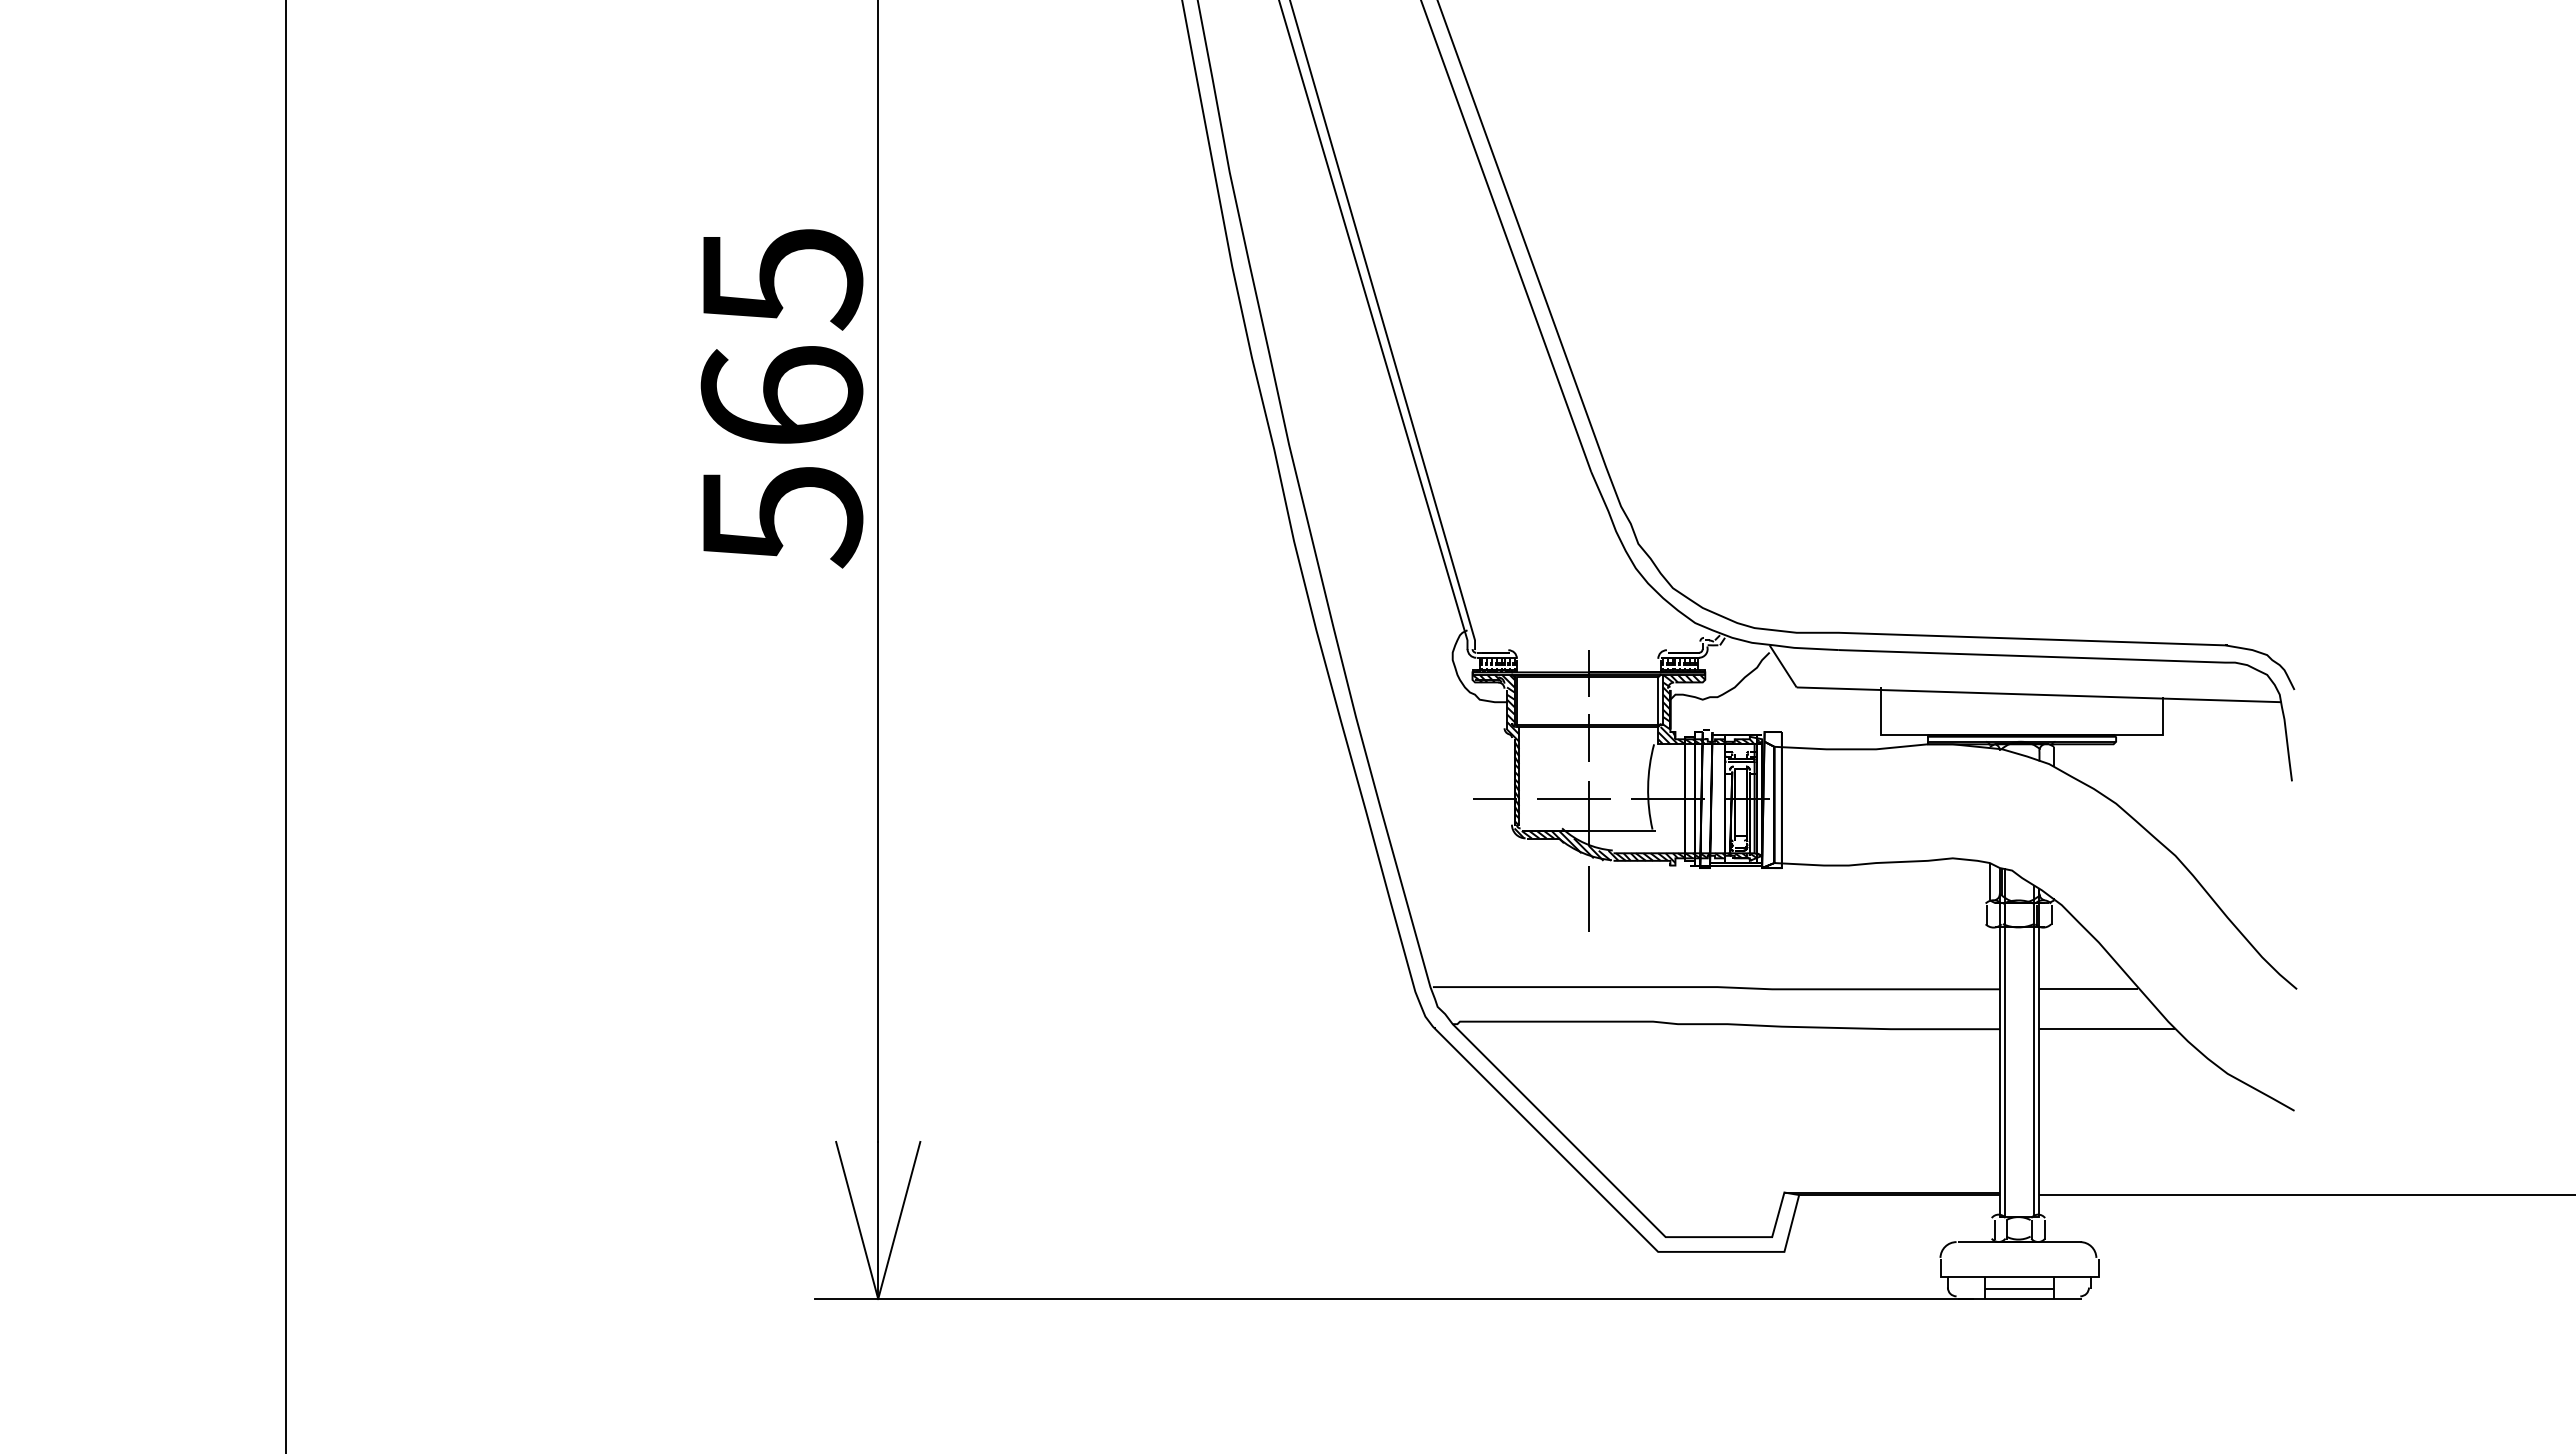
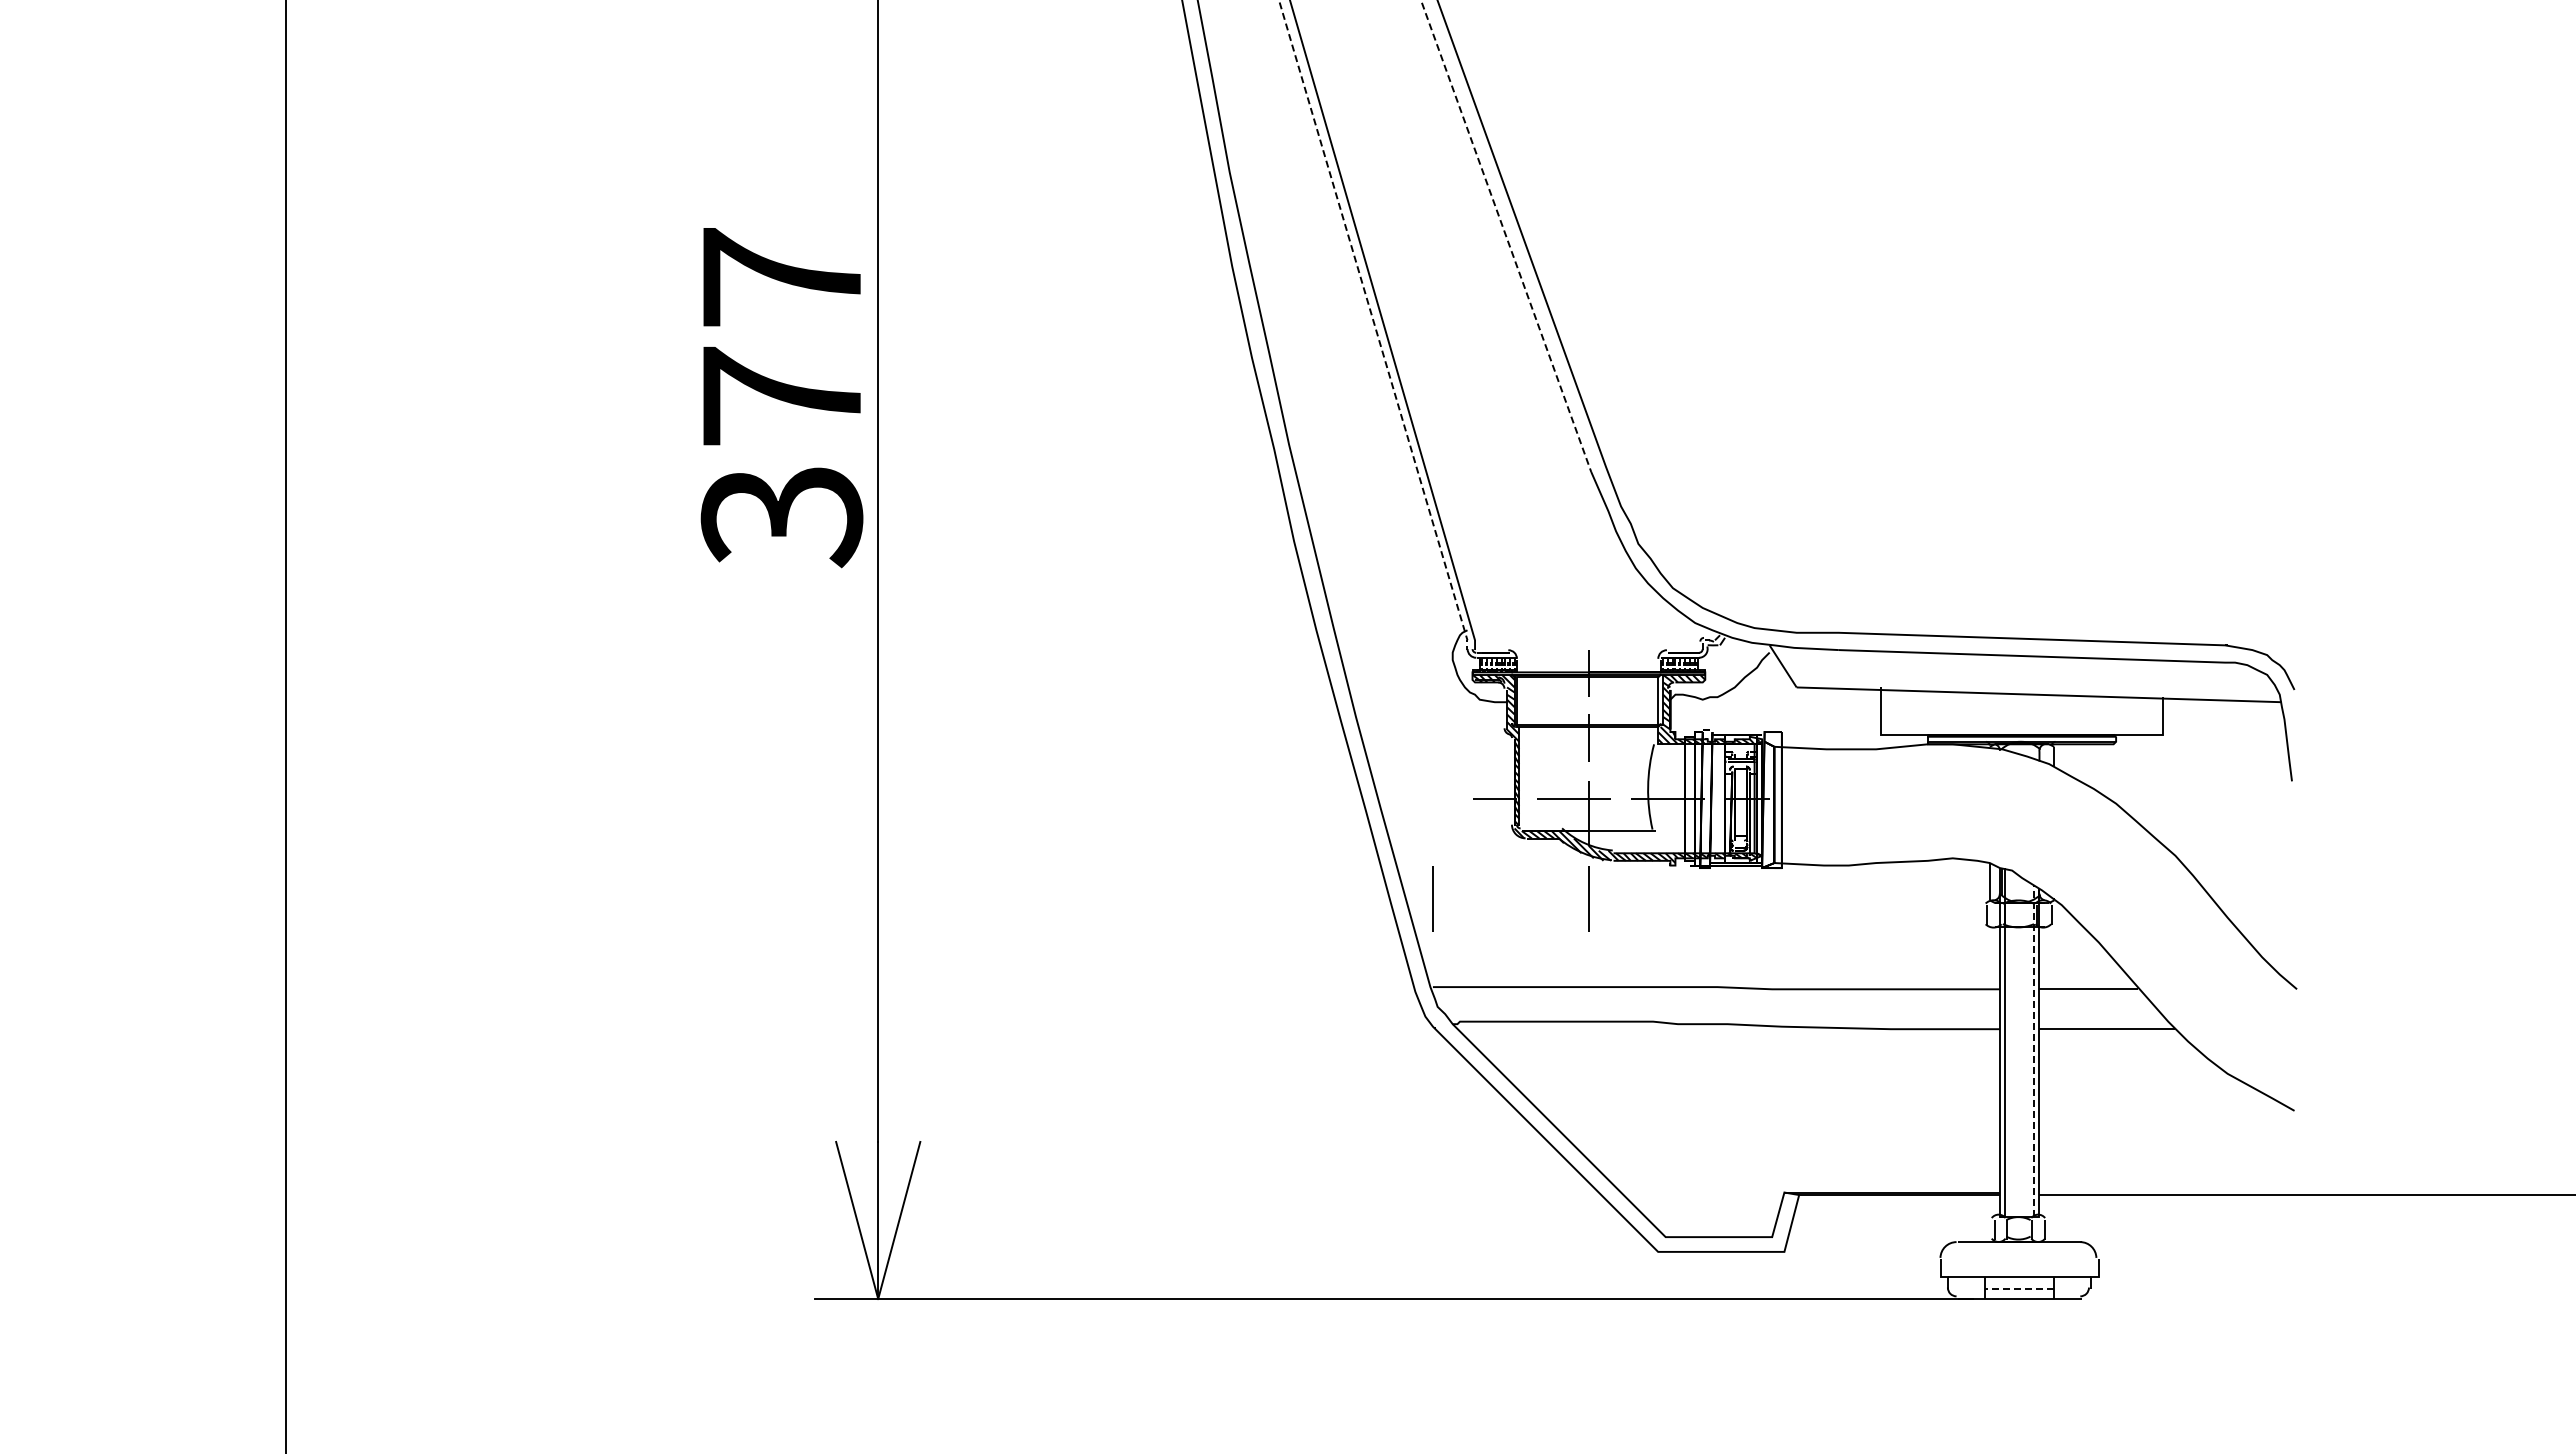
line at (1506, 236): solid -> dashed
line at (1374, 325): solid -> dashed
text at (781, 398): 565 -> 377
line at (1432, 898): none -> present
line at (2034, 1050): solid -> dashed
line at (2019, 1288): solid -> dashed
